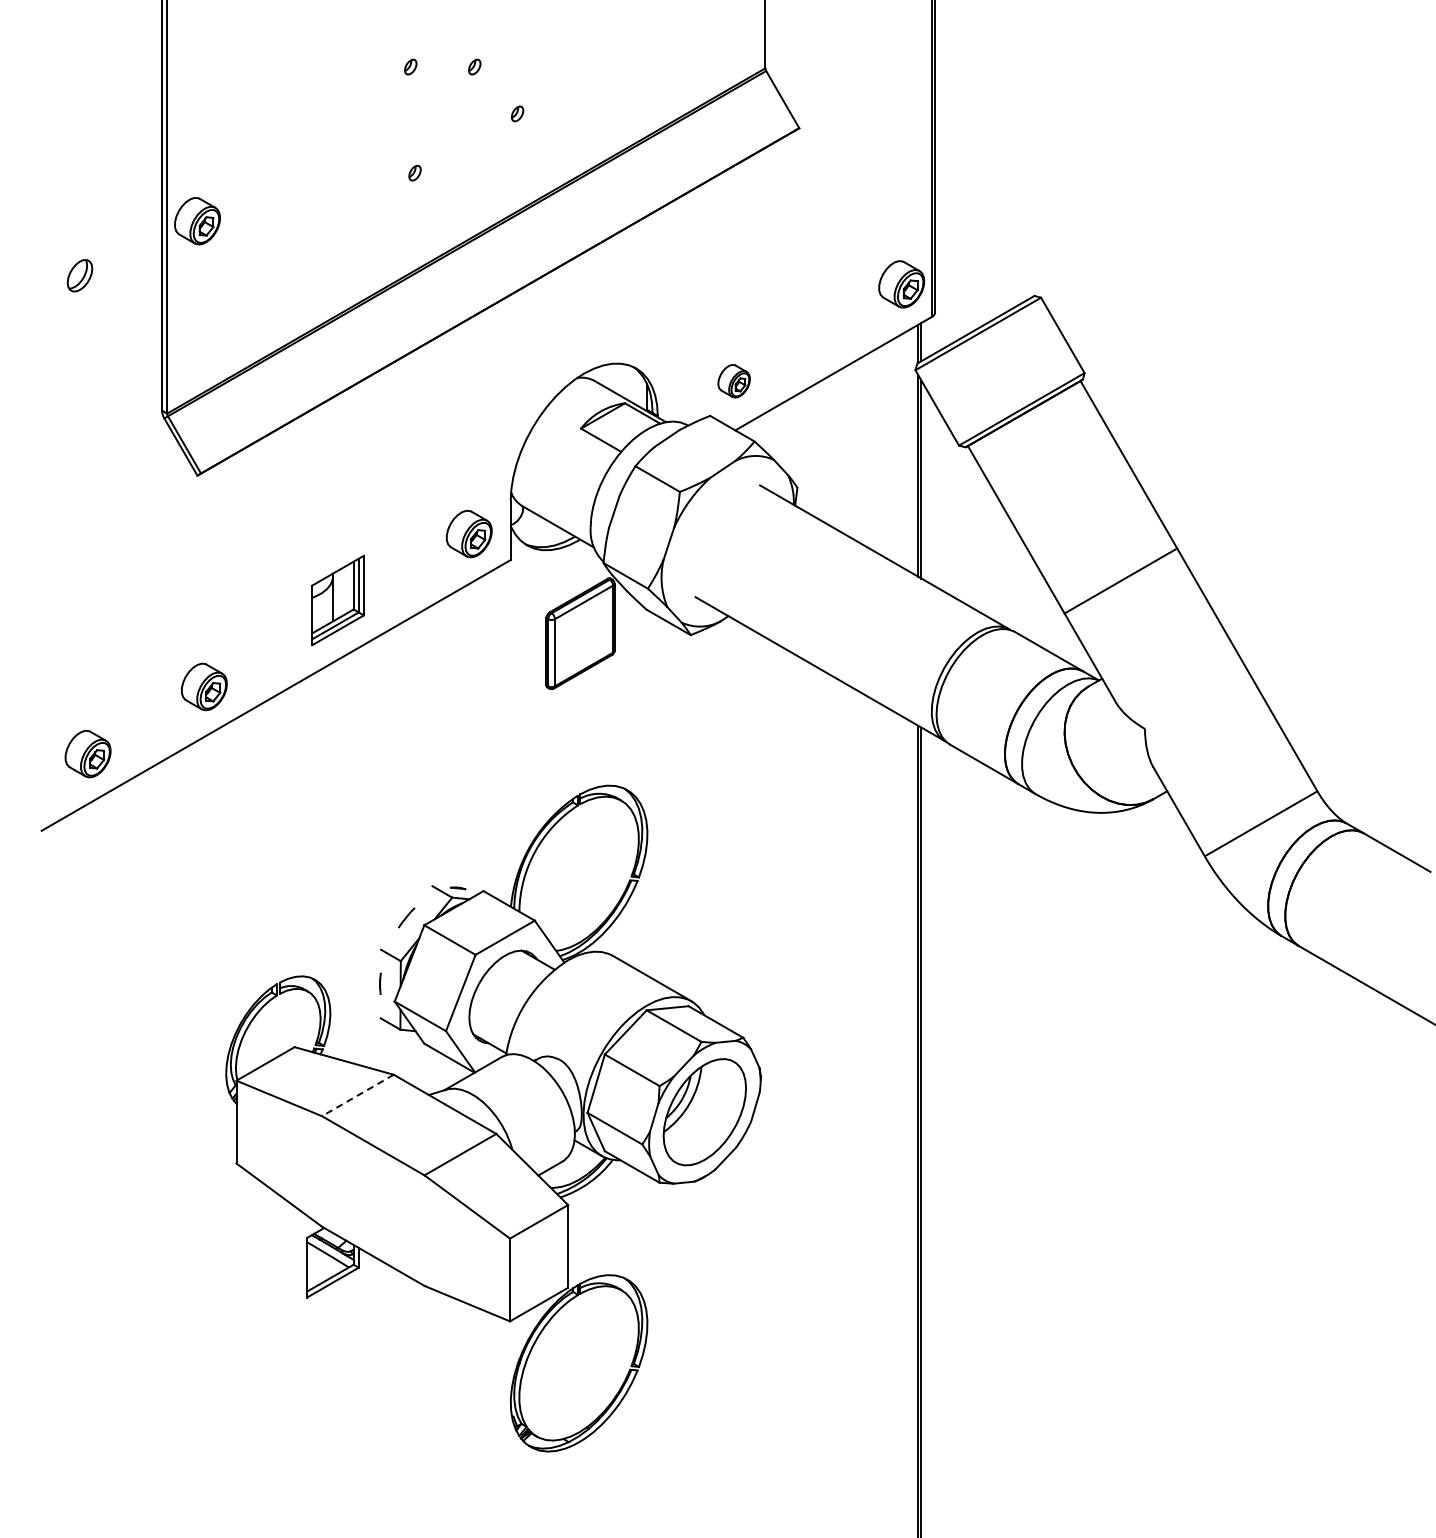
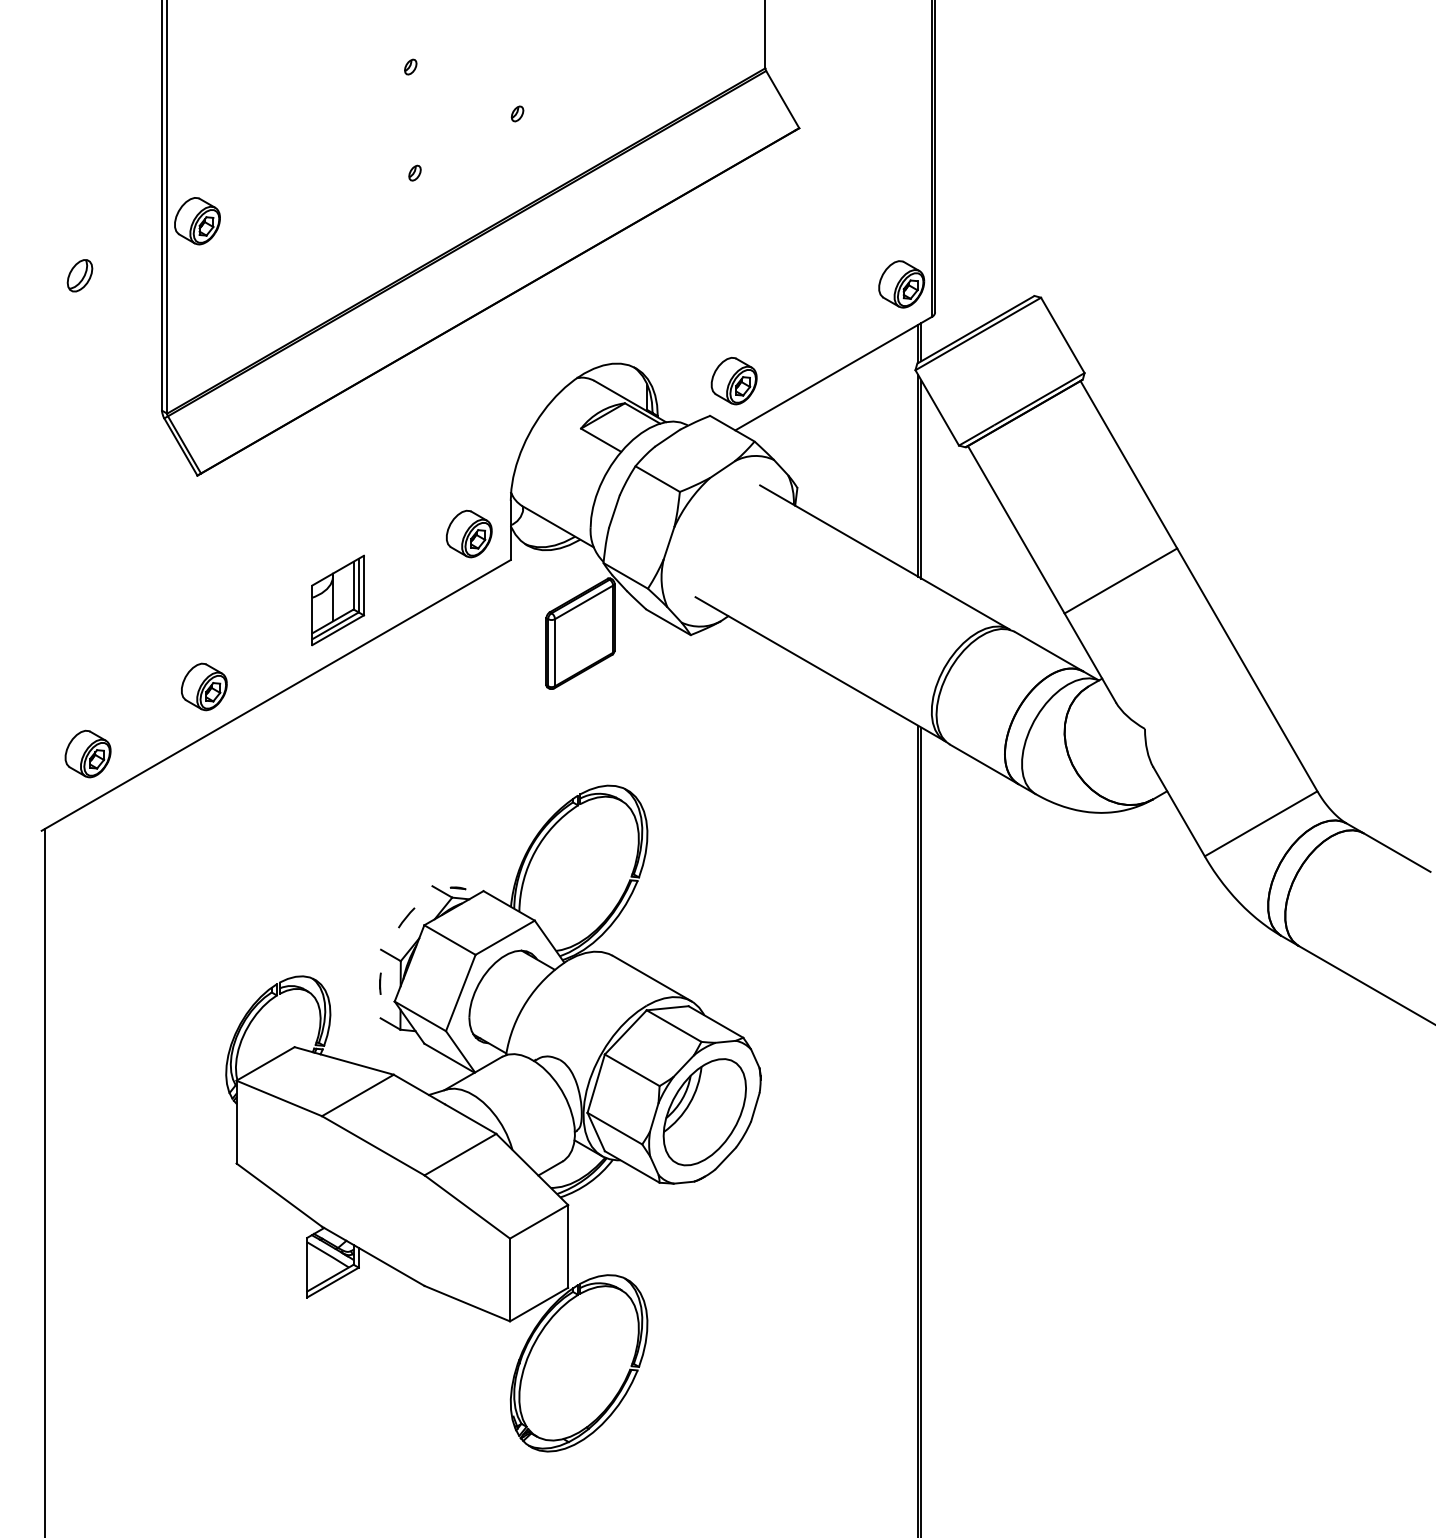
part at (474, 66): present -> none
part at (733, 381) size: 34x35 px -> 48x49 px
line at (357, 1095): dashed -> solid
line at (45, 1181): none -> present
